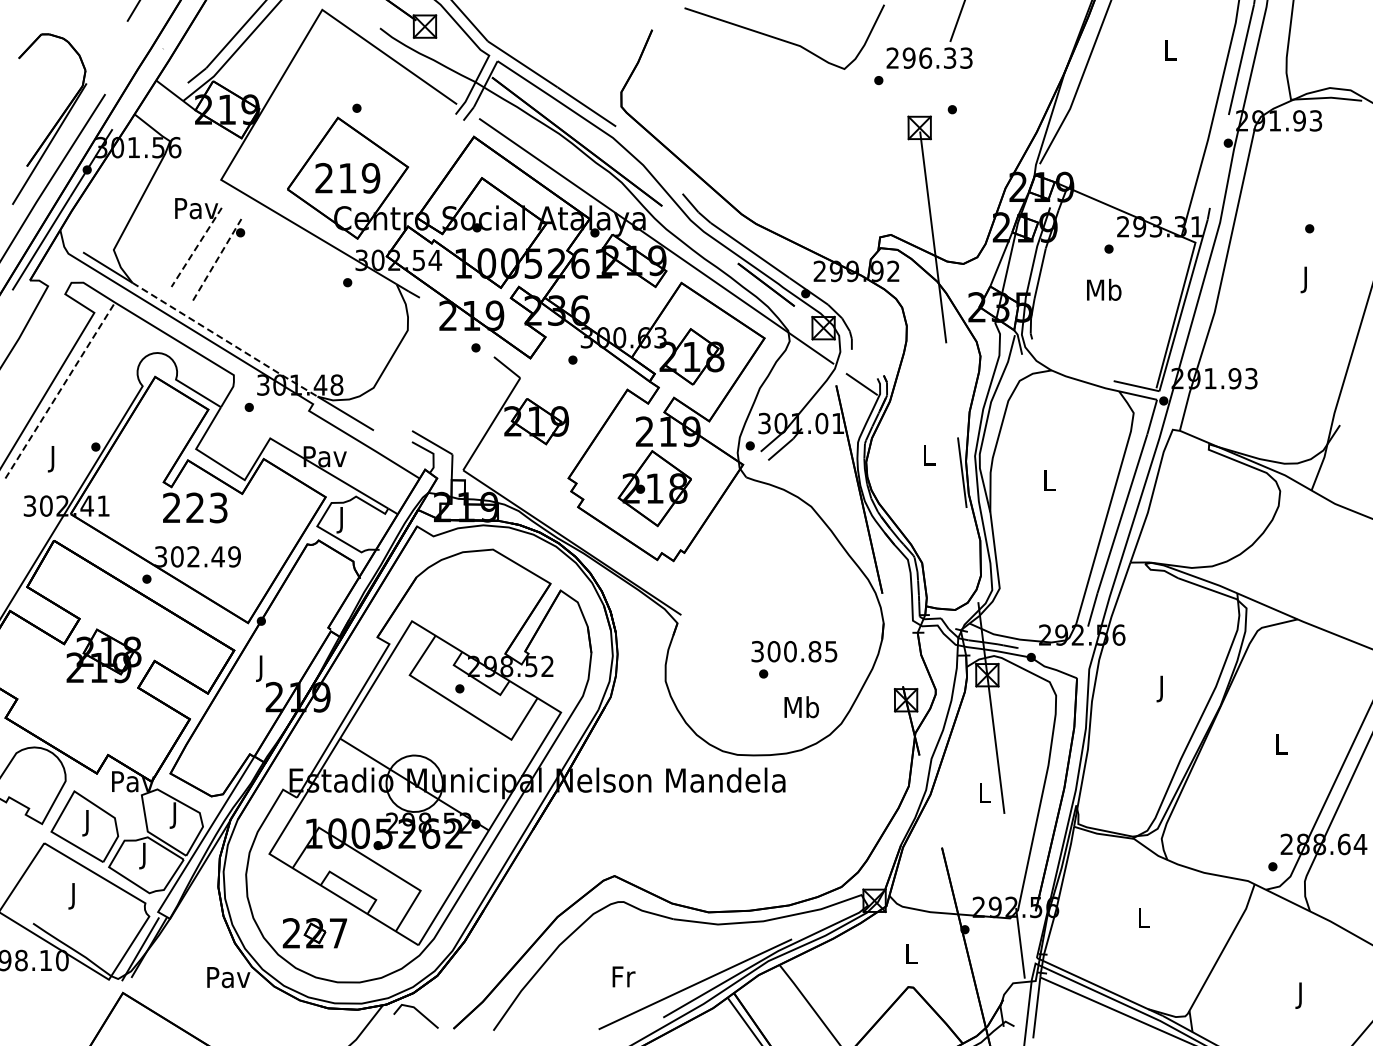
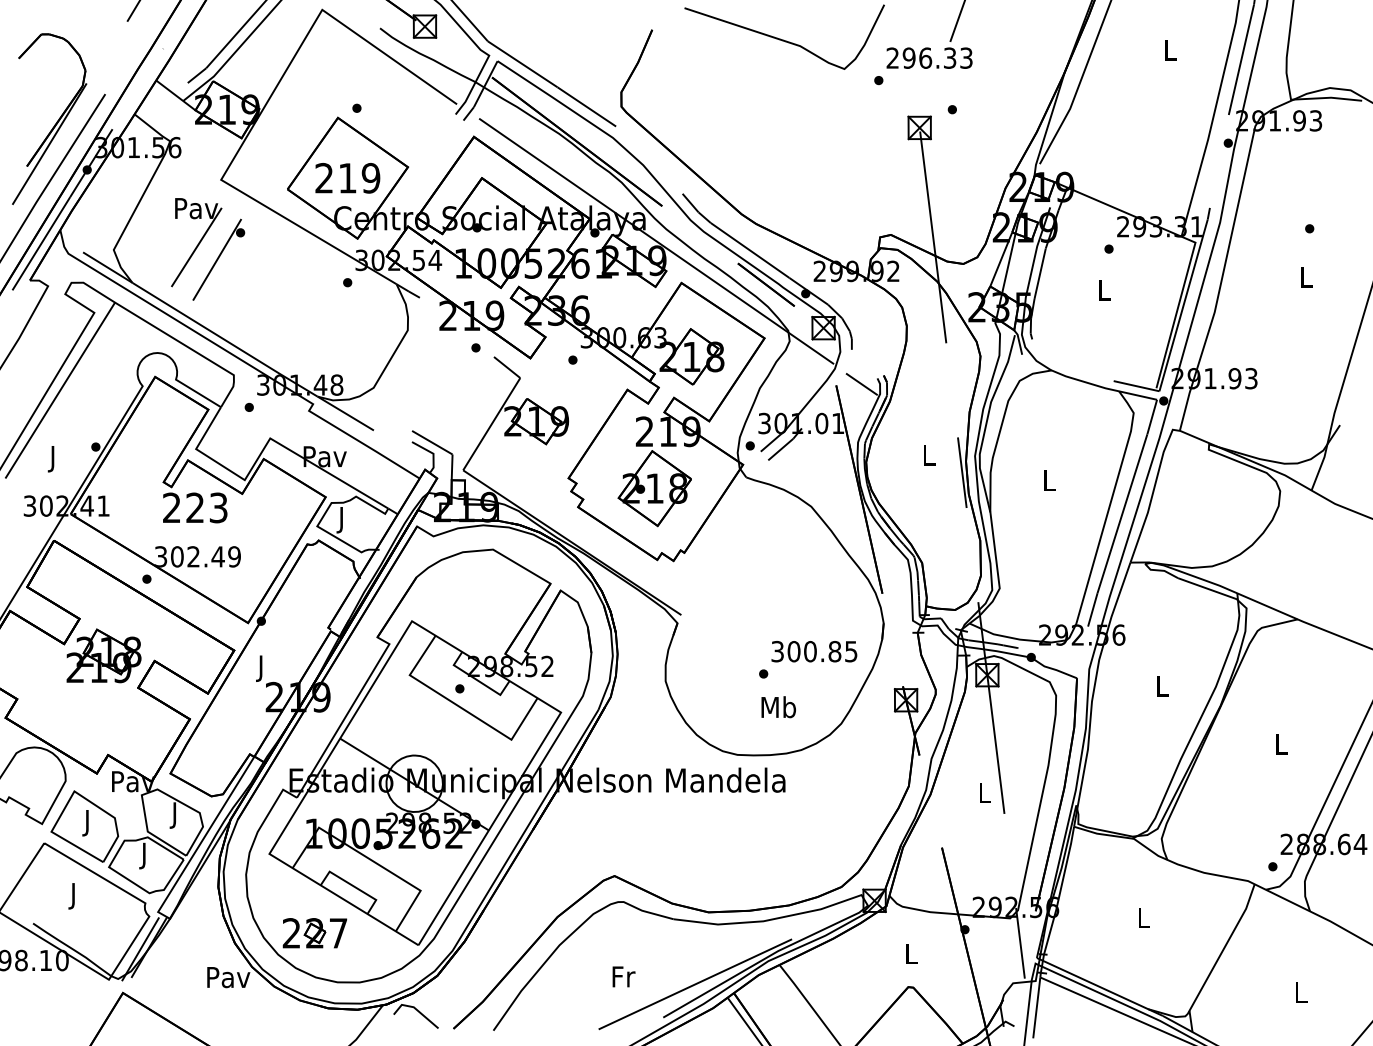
line at (196, 247): dashed -> solid
line at (217, 259): dashed -> solid
text at (1306, 279): J -> L
text at (1104, 289): Mb -> L
line at (225, 340): dashed -> solid
line at (60, 390): dashed -> solid
text at (794, 651) position: (794, 651) -> (814, 651)
text at (1162, 688): J -> L
text at (801, 707) position: (801, 707) -> (778, 707)
text at (1301, 995): J -> L
